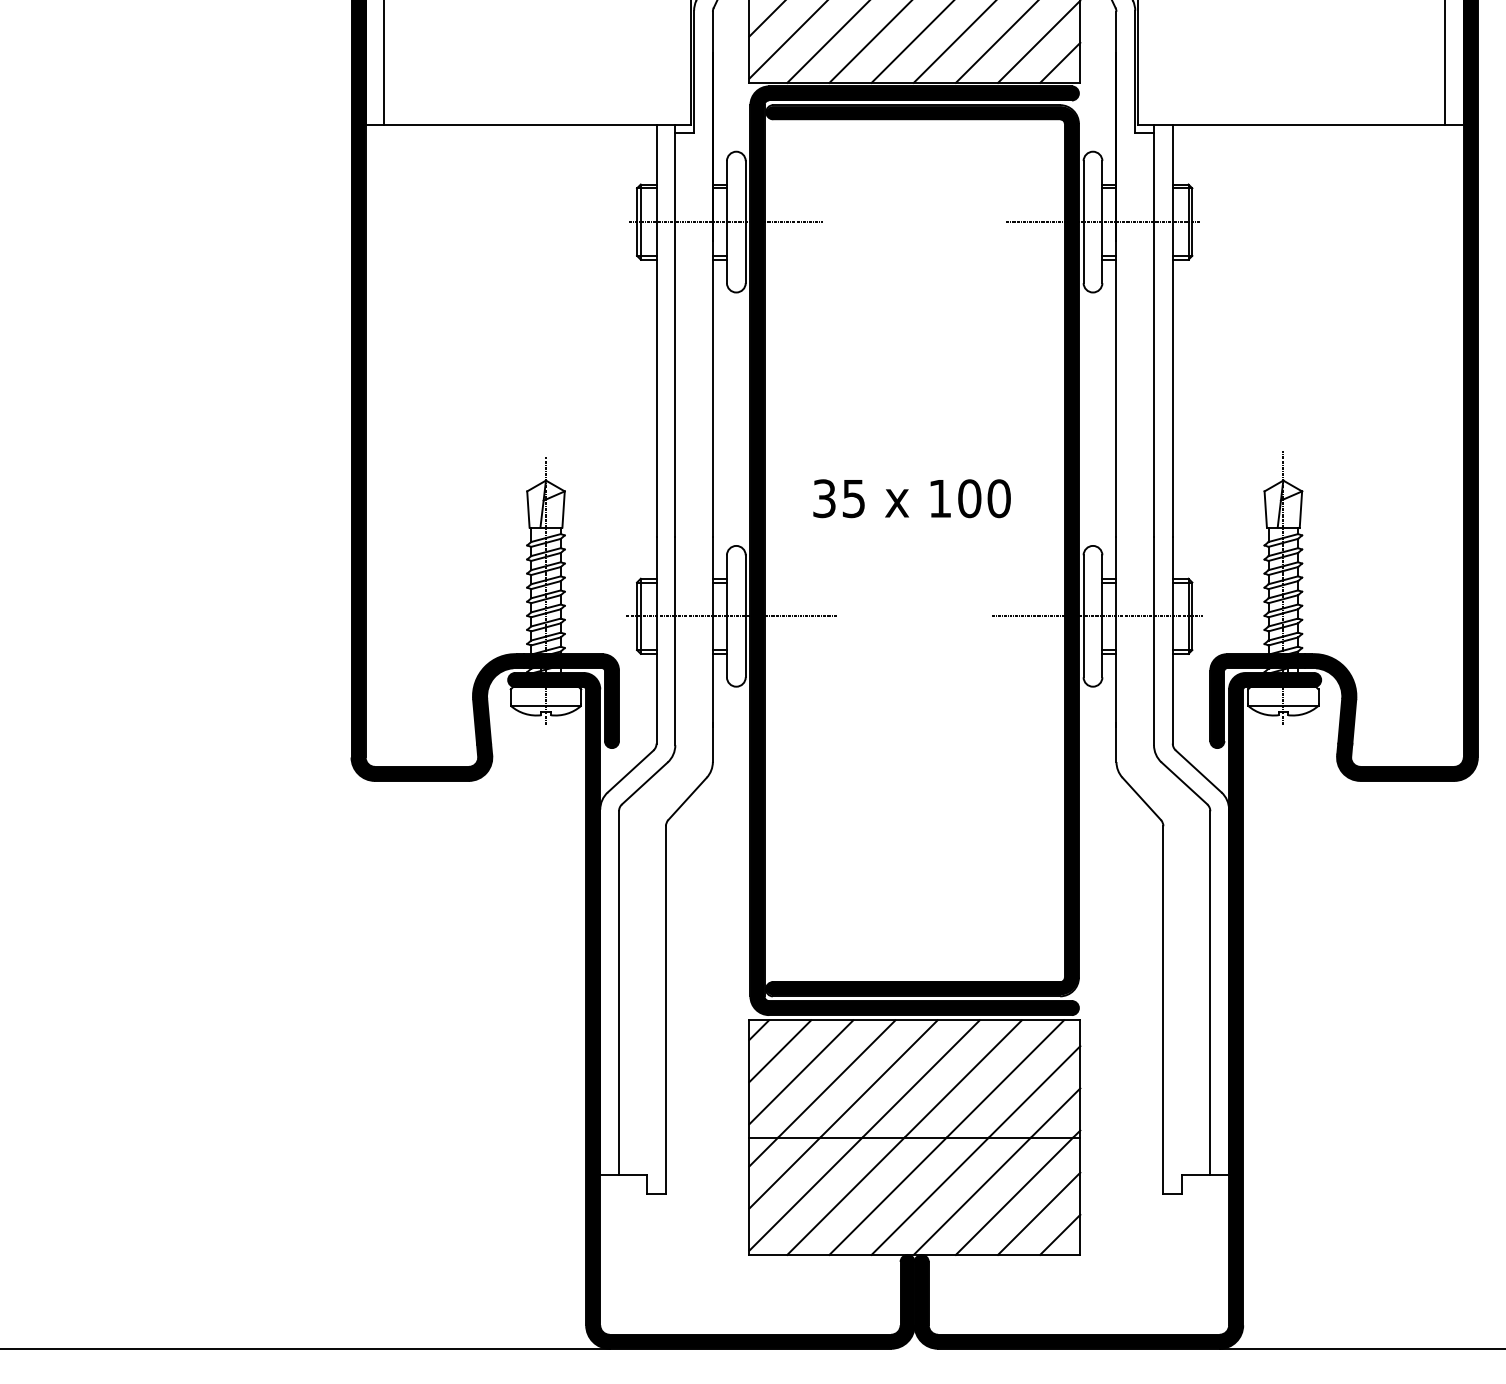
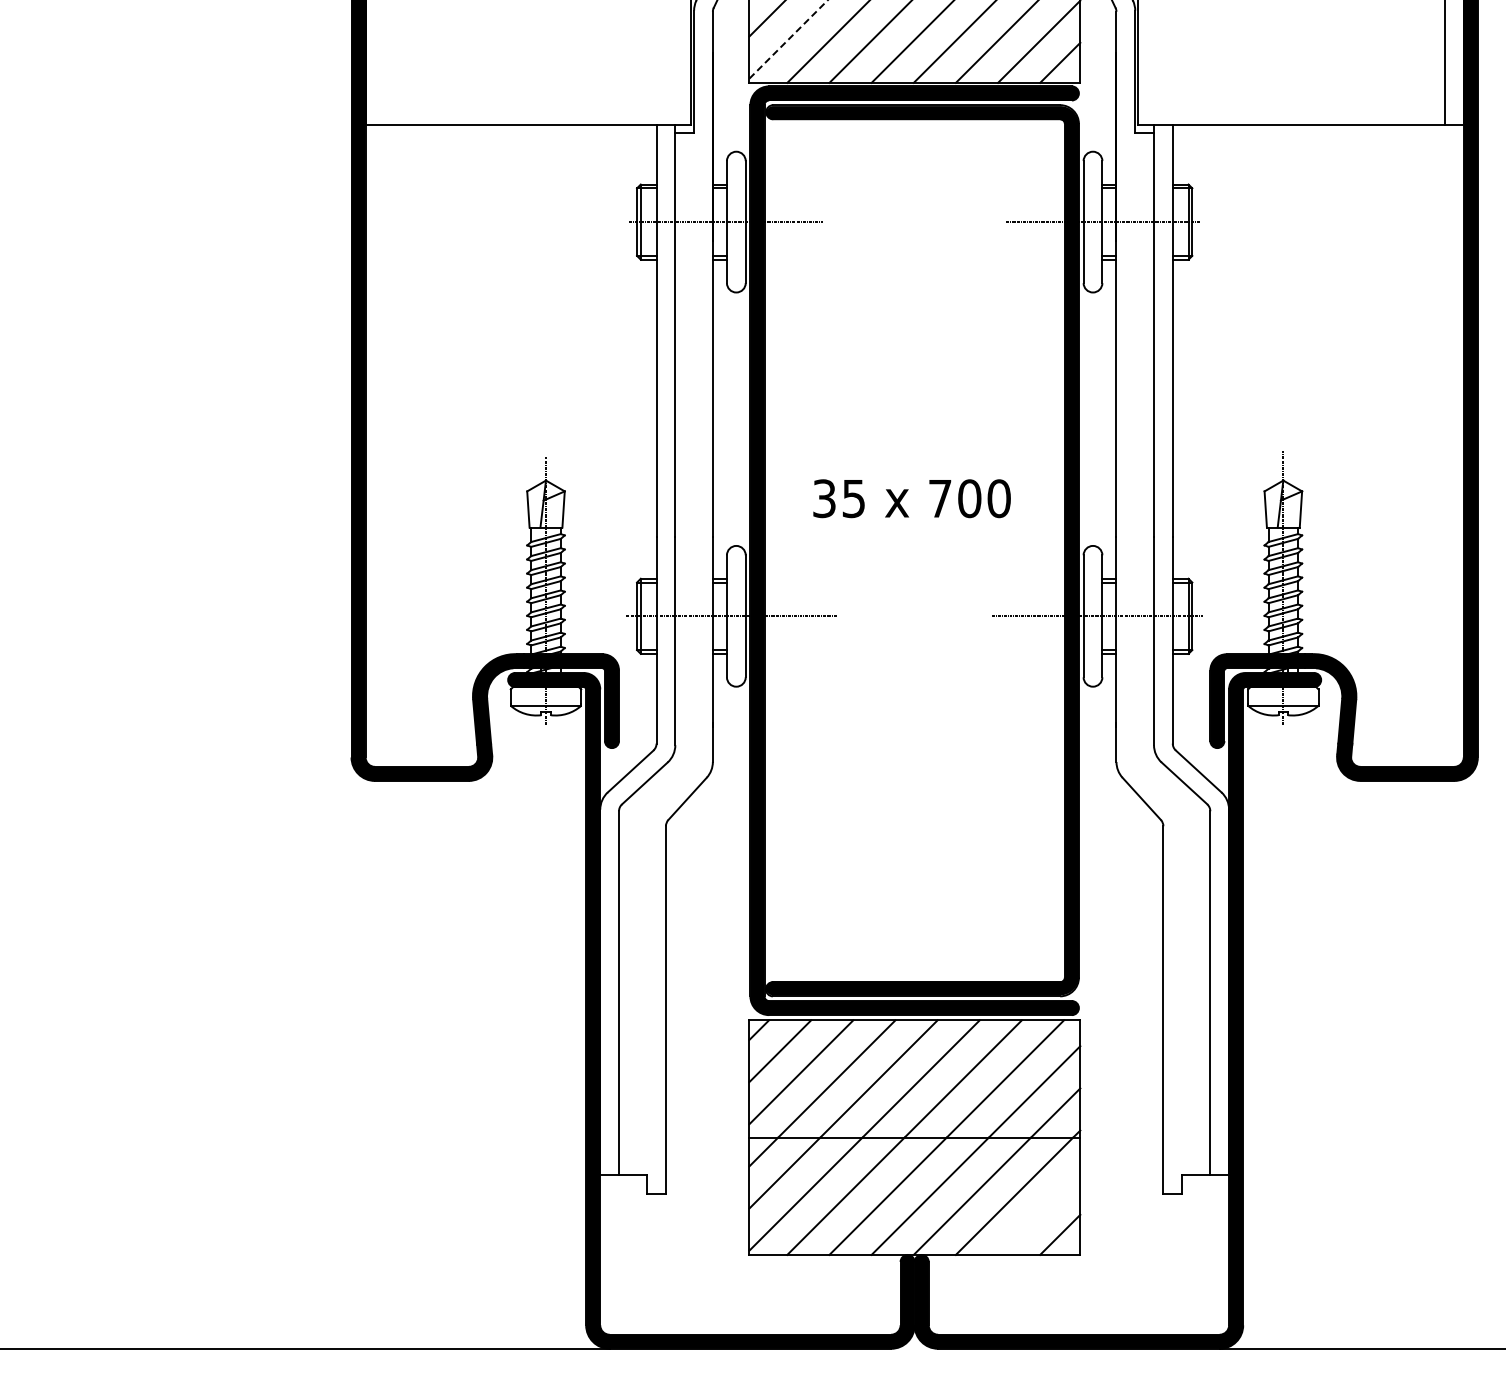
line at (789, 39): solid -> dashed
line at (384, 63): present -> none
text at (940, 498): 100 -> 700
line at (1039, 1213): present -> none
